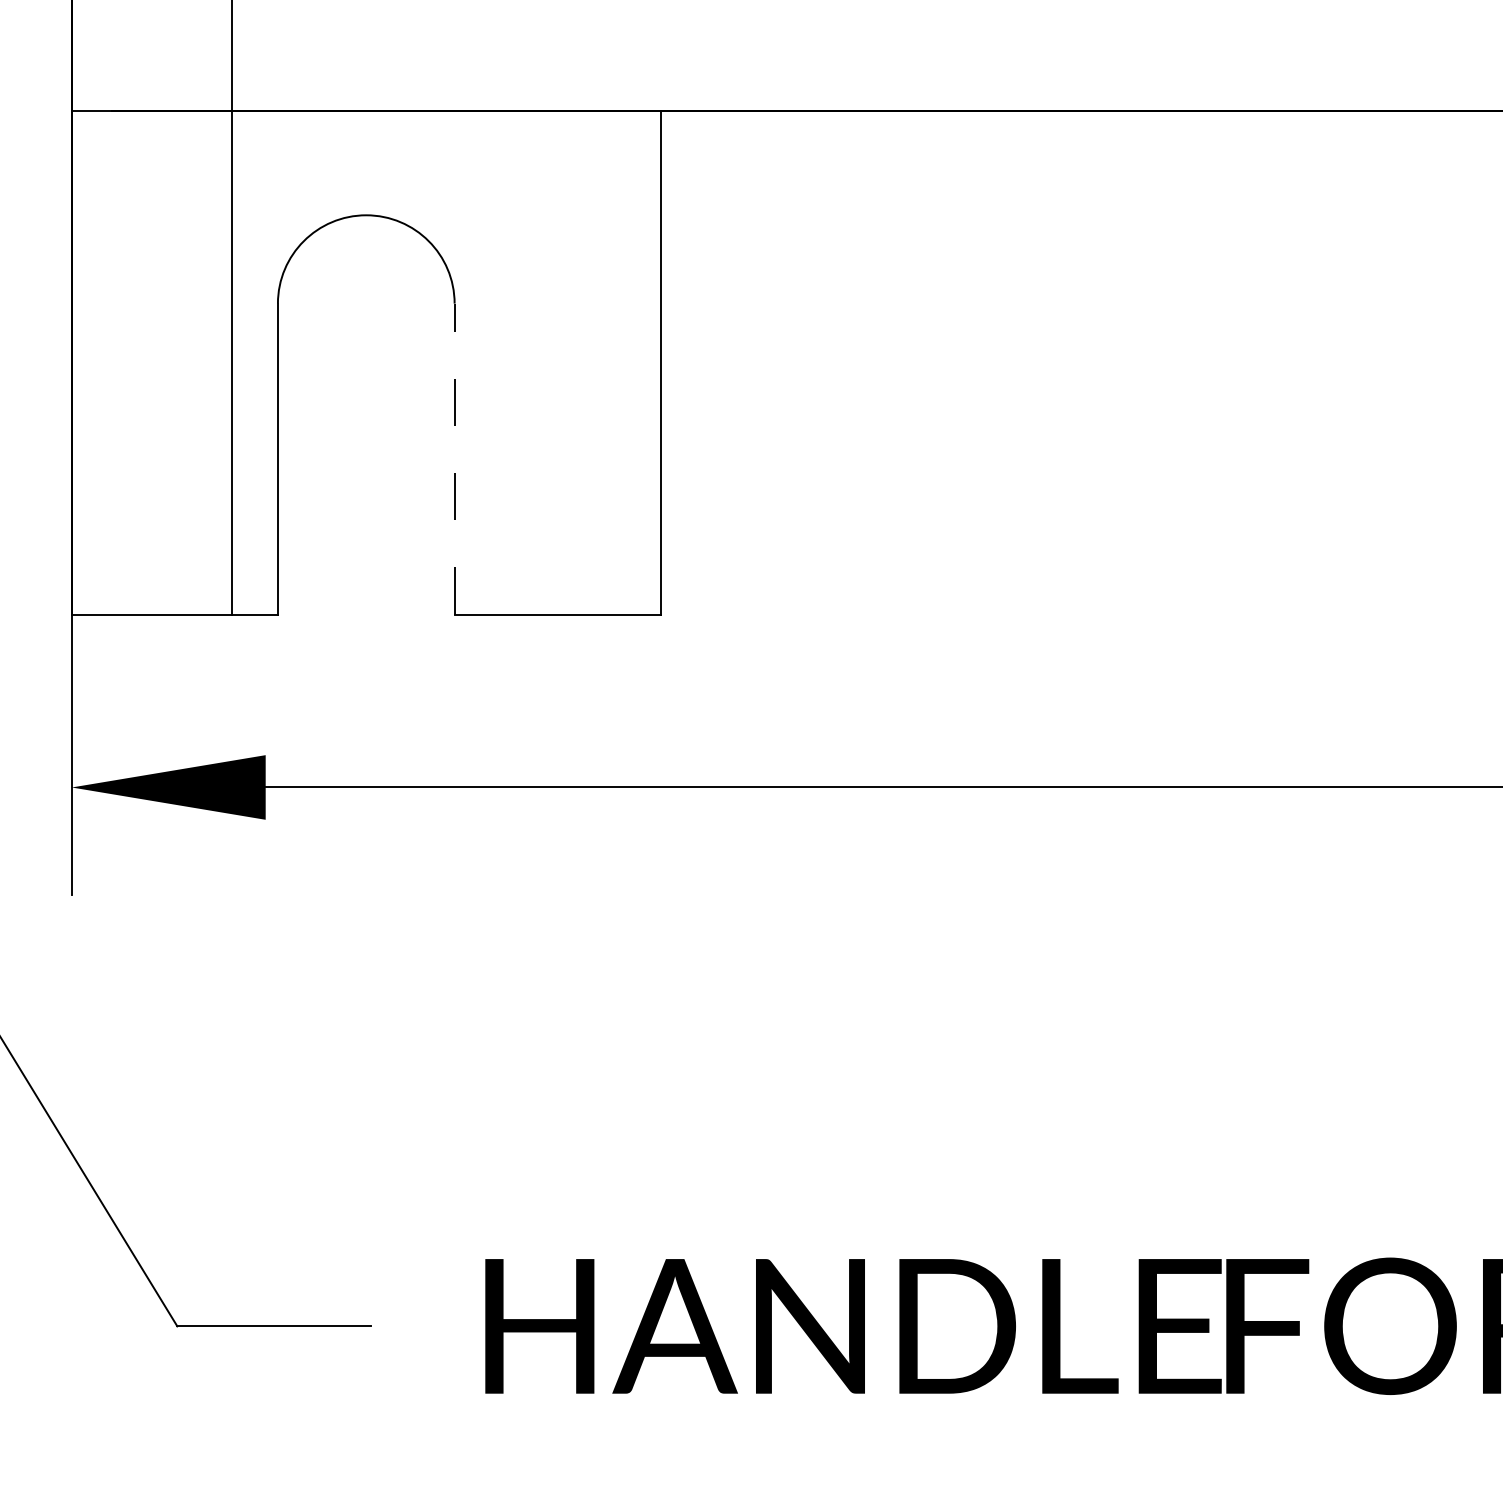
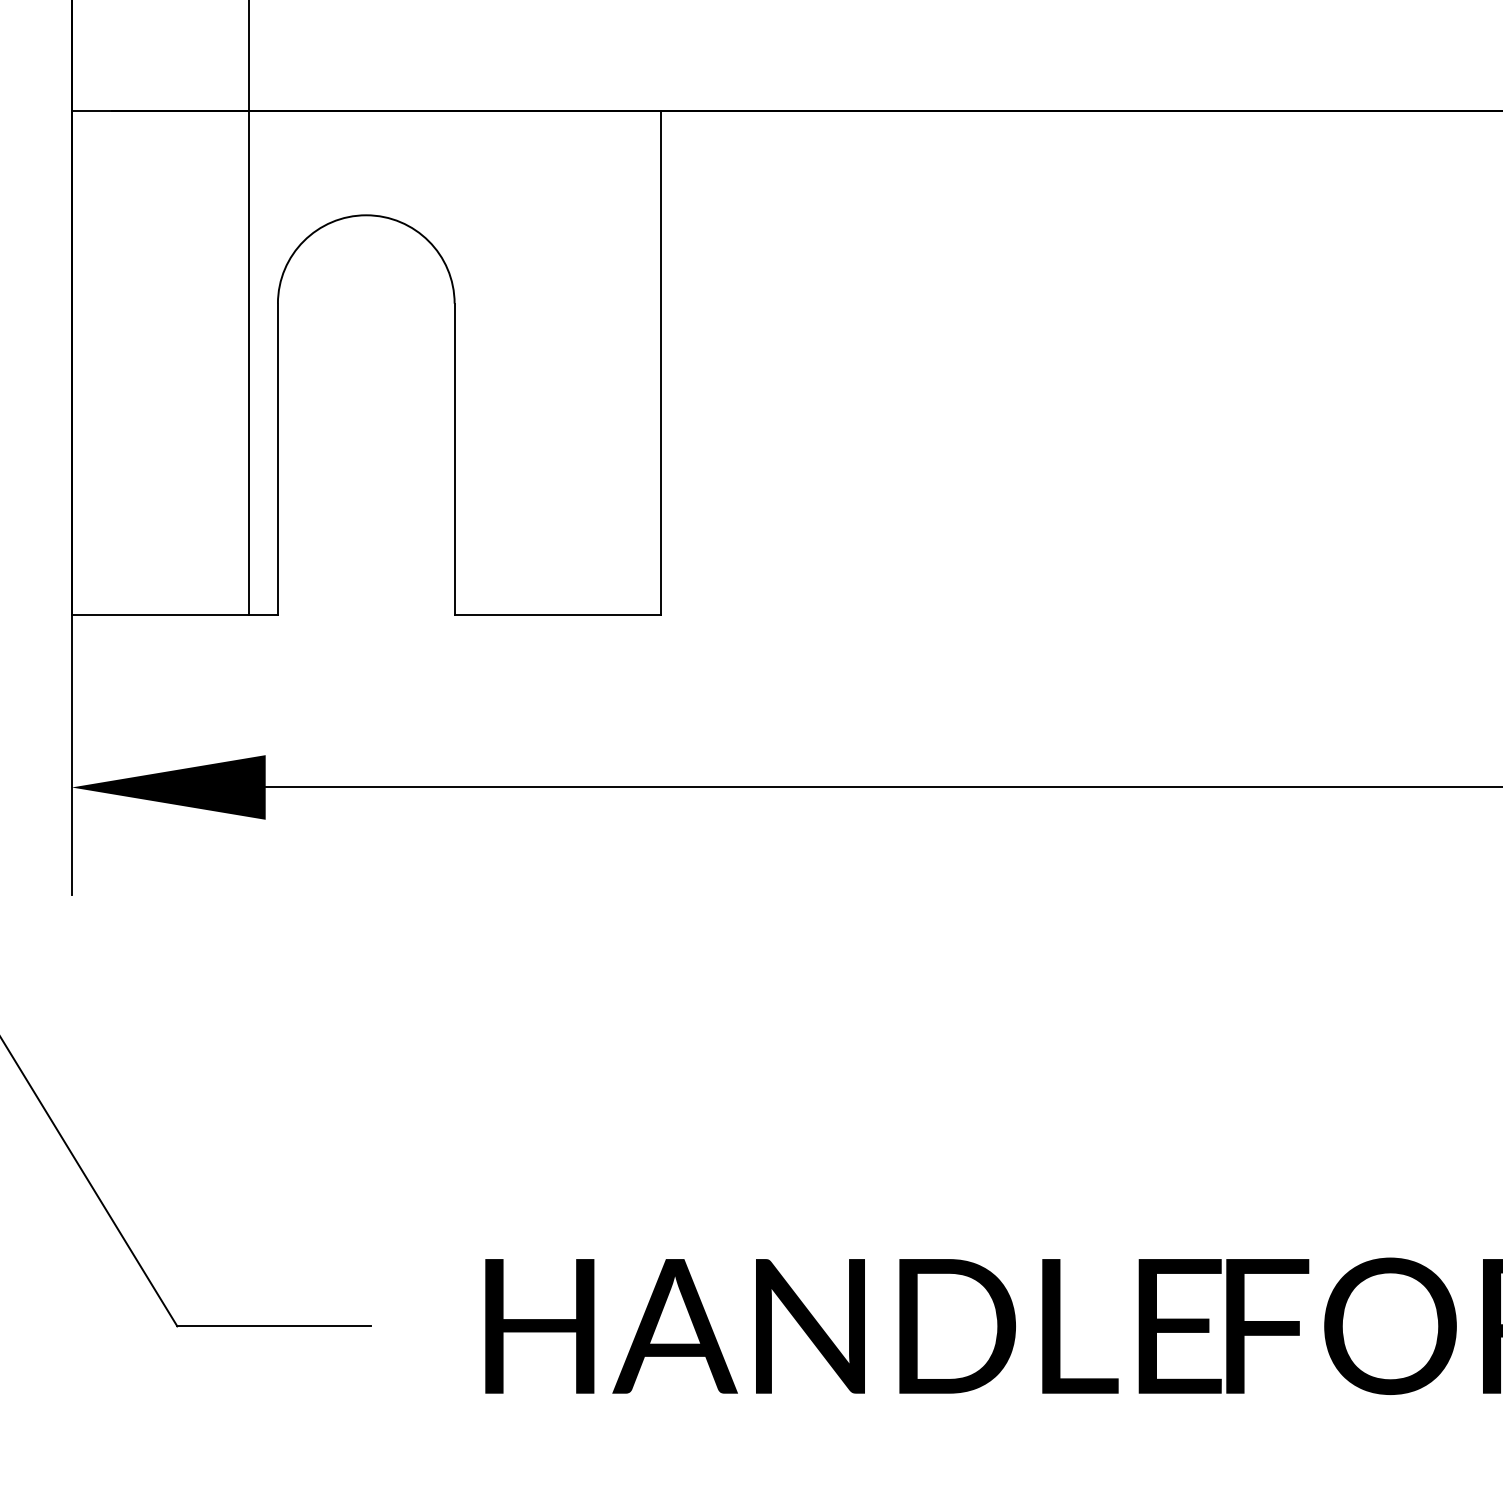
line at (231, 308) position: (231, 308) -> (248, 308)
line at (454, 458): dashed -> solid
